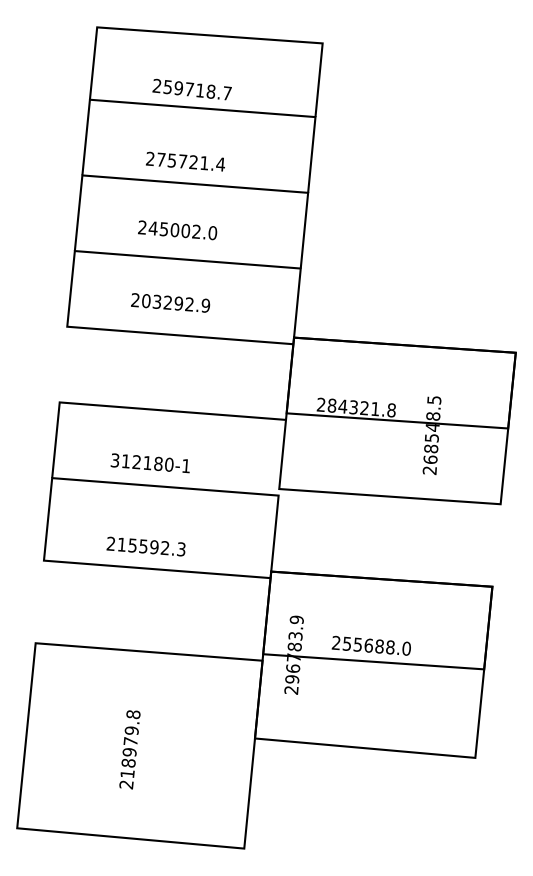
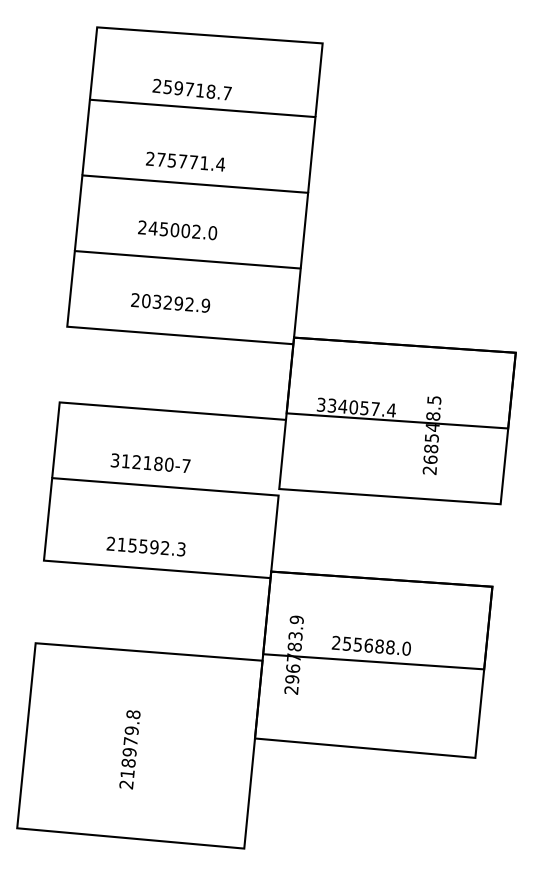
text at (193, 162): 275721.4 -> 275771.4
text at (355, 407): 284321.8 -> 334057.4
text at (186, 466): 312180-1 -> 312180-7
